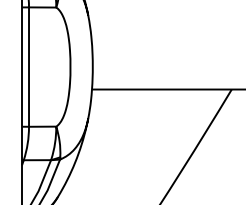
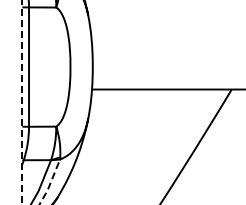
line at (22, 102): solid -> dashed
line at (50, 182): solid -> dashed
